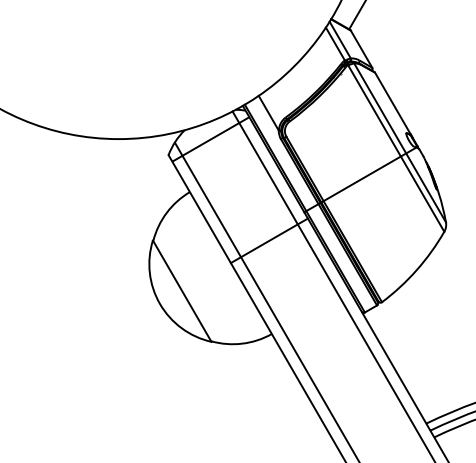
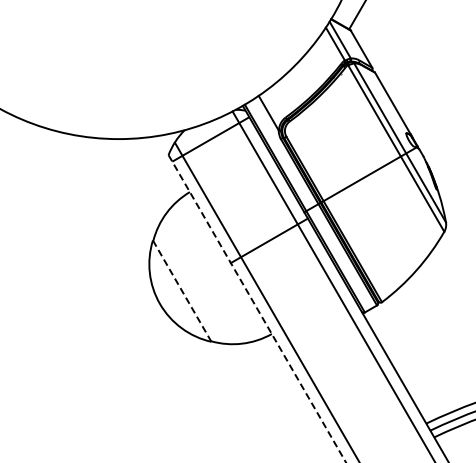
line at (182, 291): solid -> dashed
line at (257, 309): solid -> dashed
